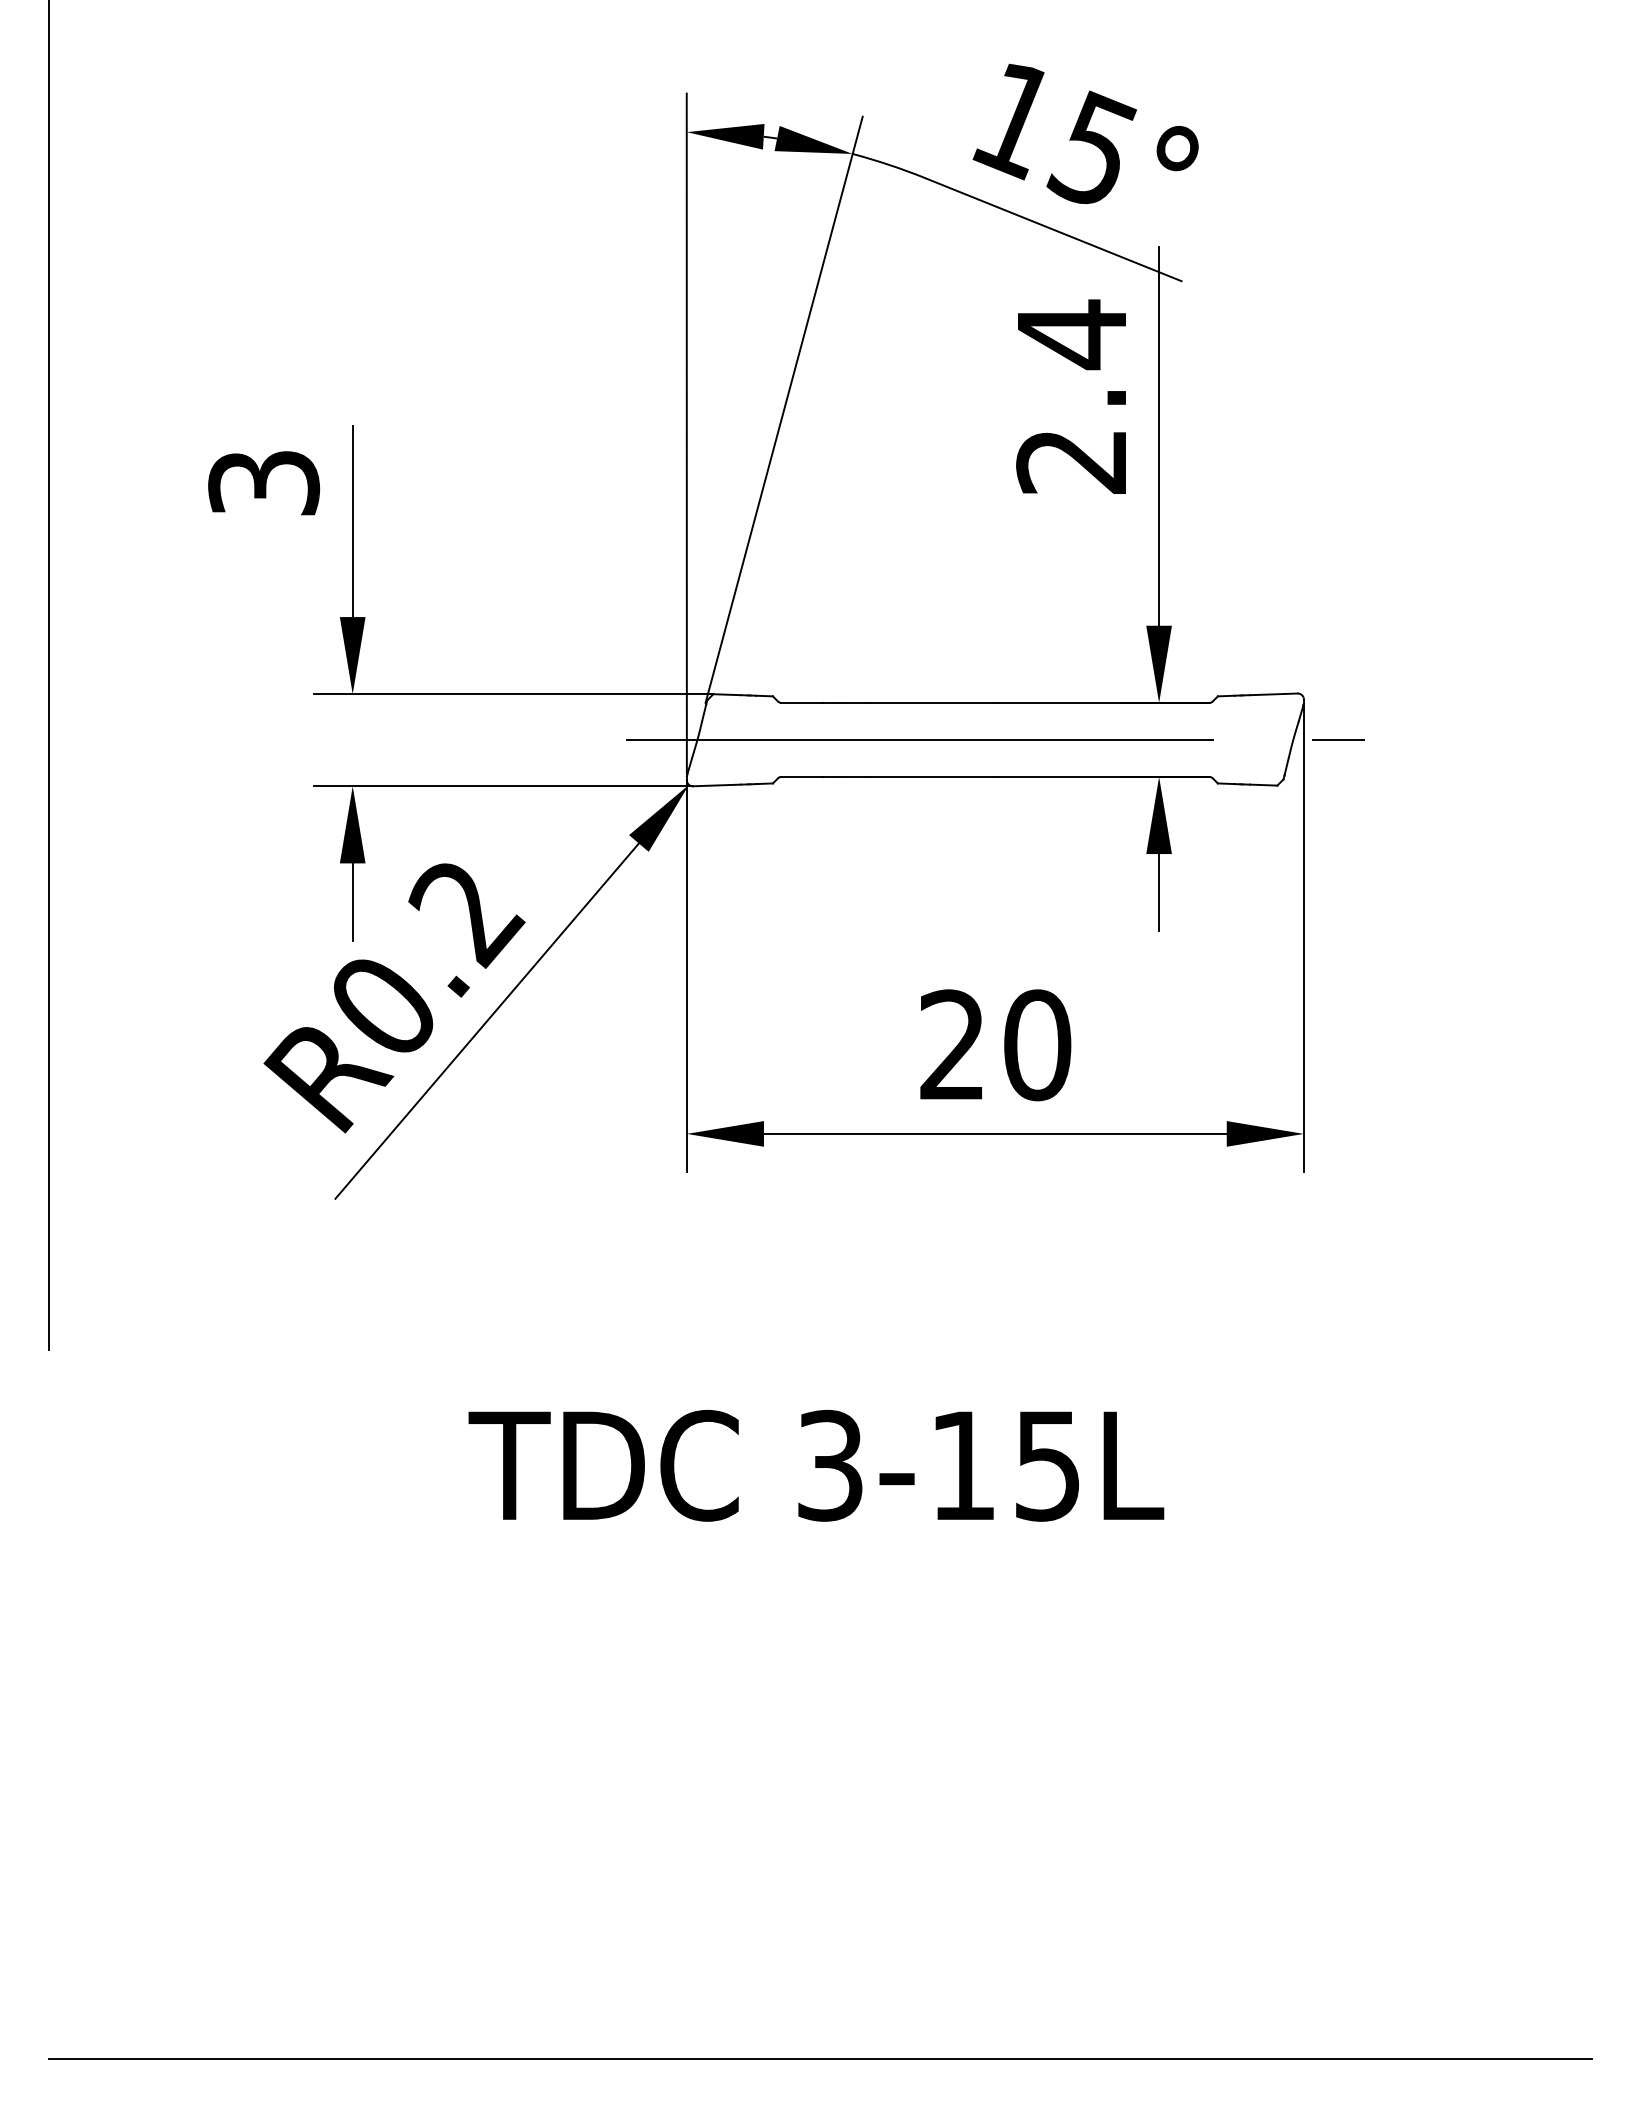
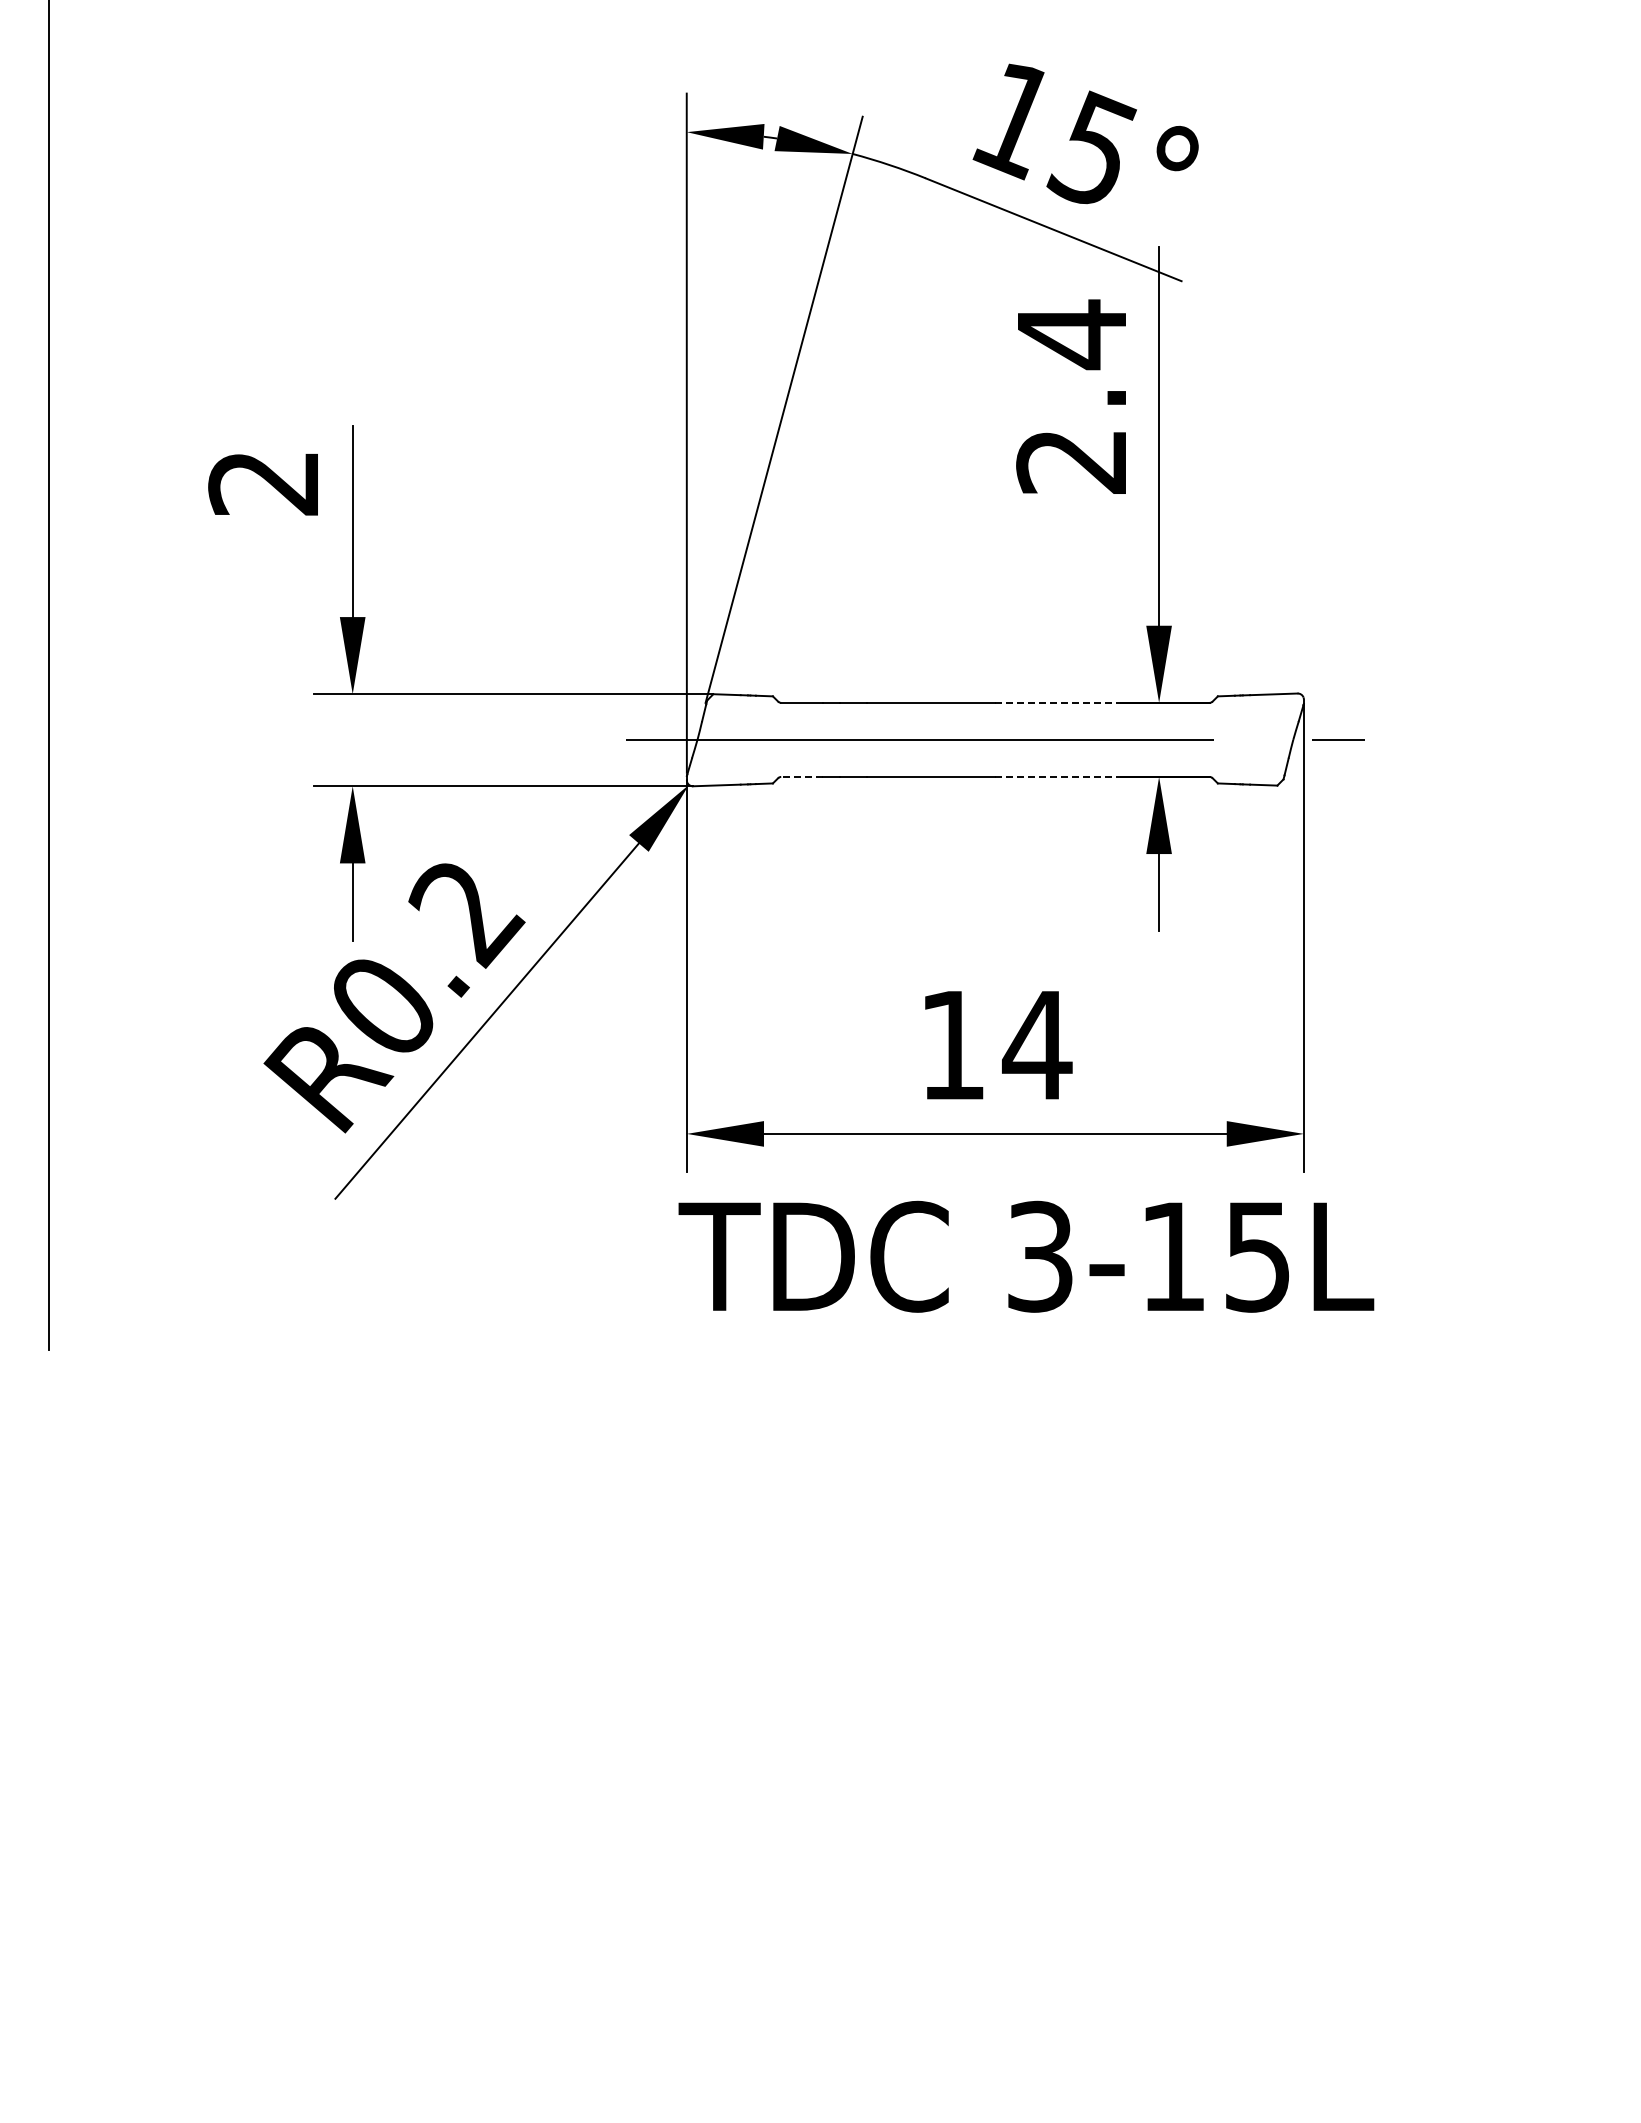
text at (264, 483): 3 -> 2
line at (1059, 702): solid -> dashed
line at (802, 776): solid -> dashed
line at (1059, 776): solid -> dashed
text at (996, 1045): 20 -> 14
text at (816, 1465) position: (816, 1465) -> (1026, 1256)
line at (820, 2059): present -> none
